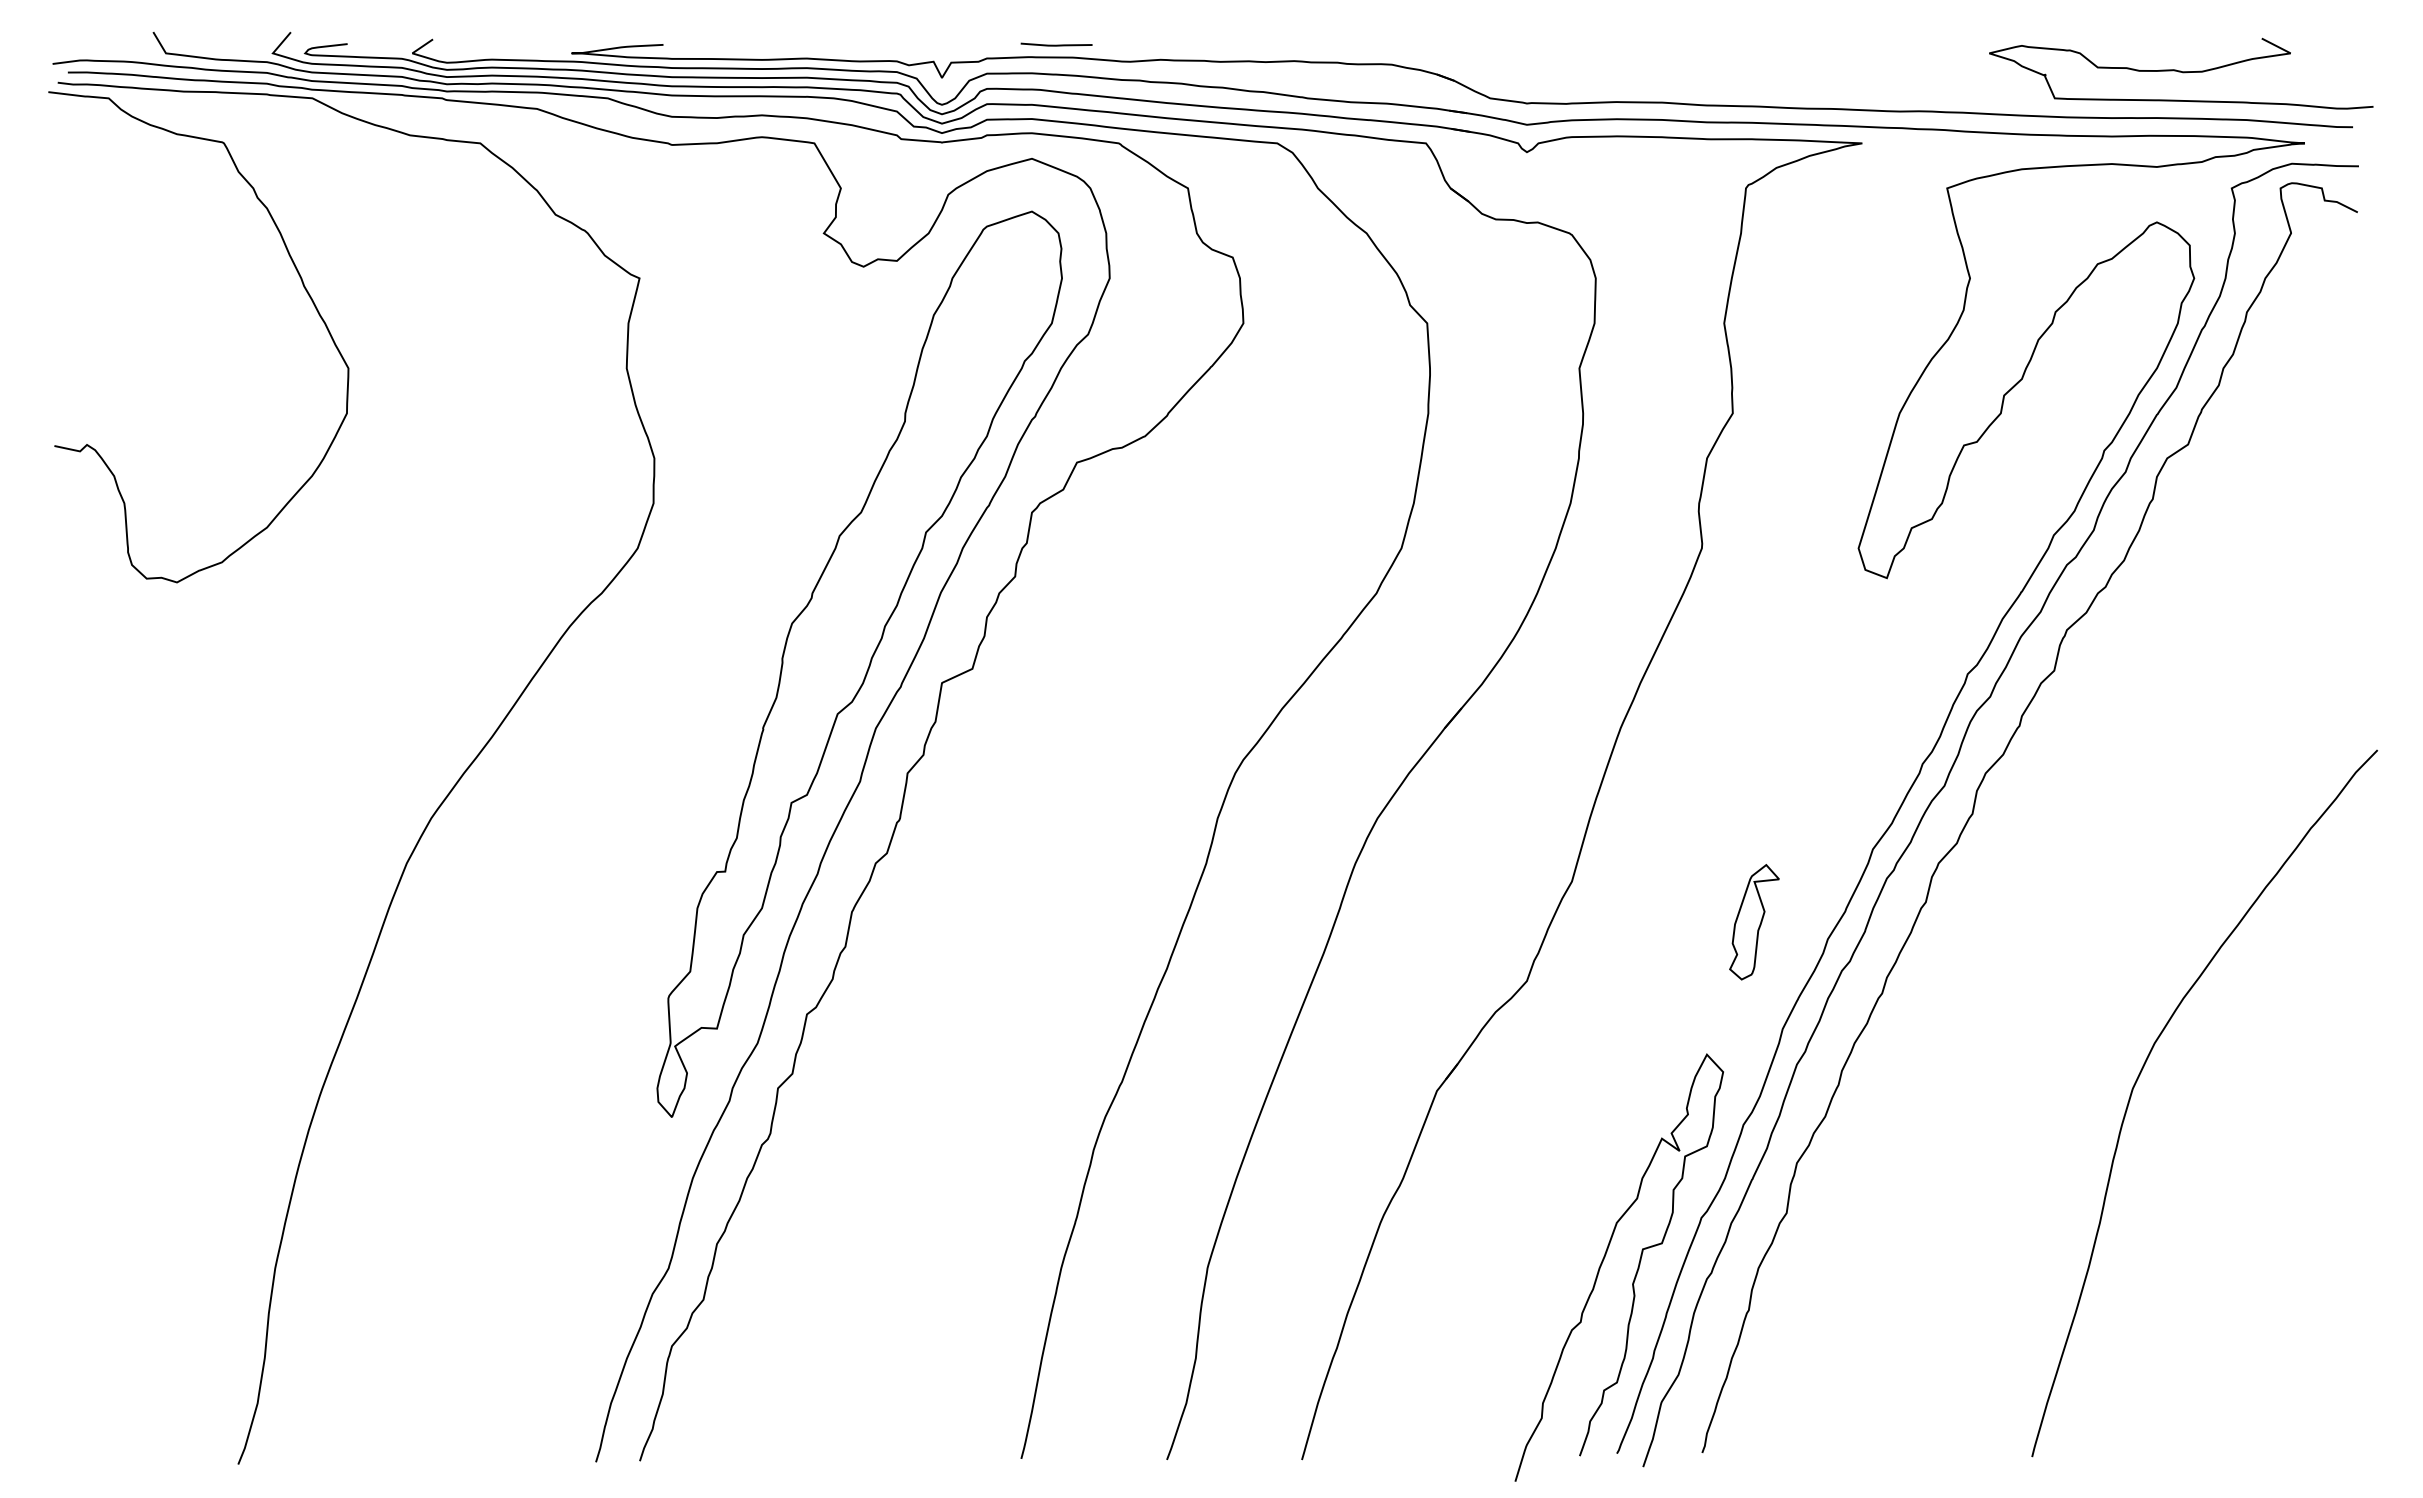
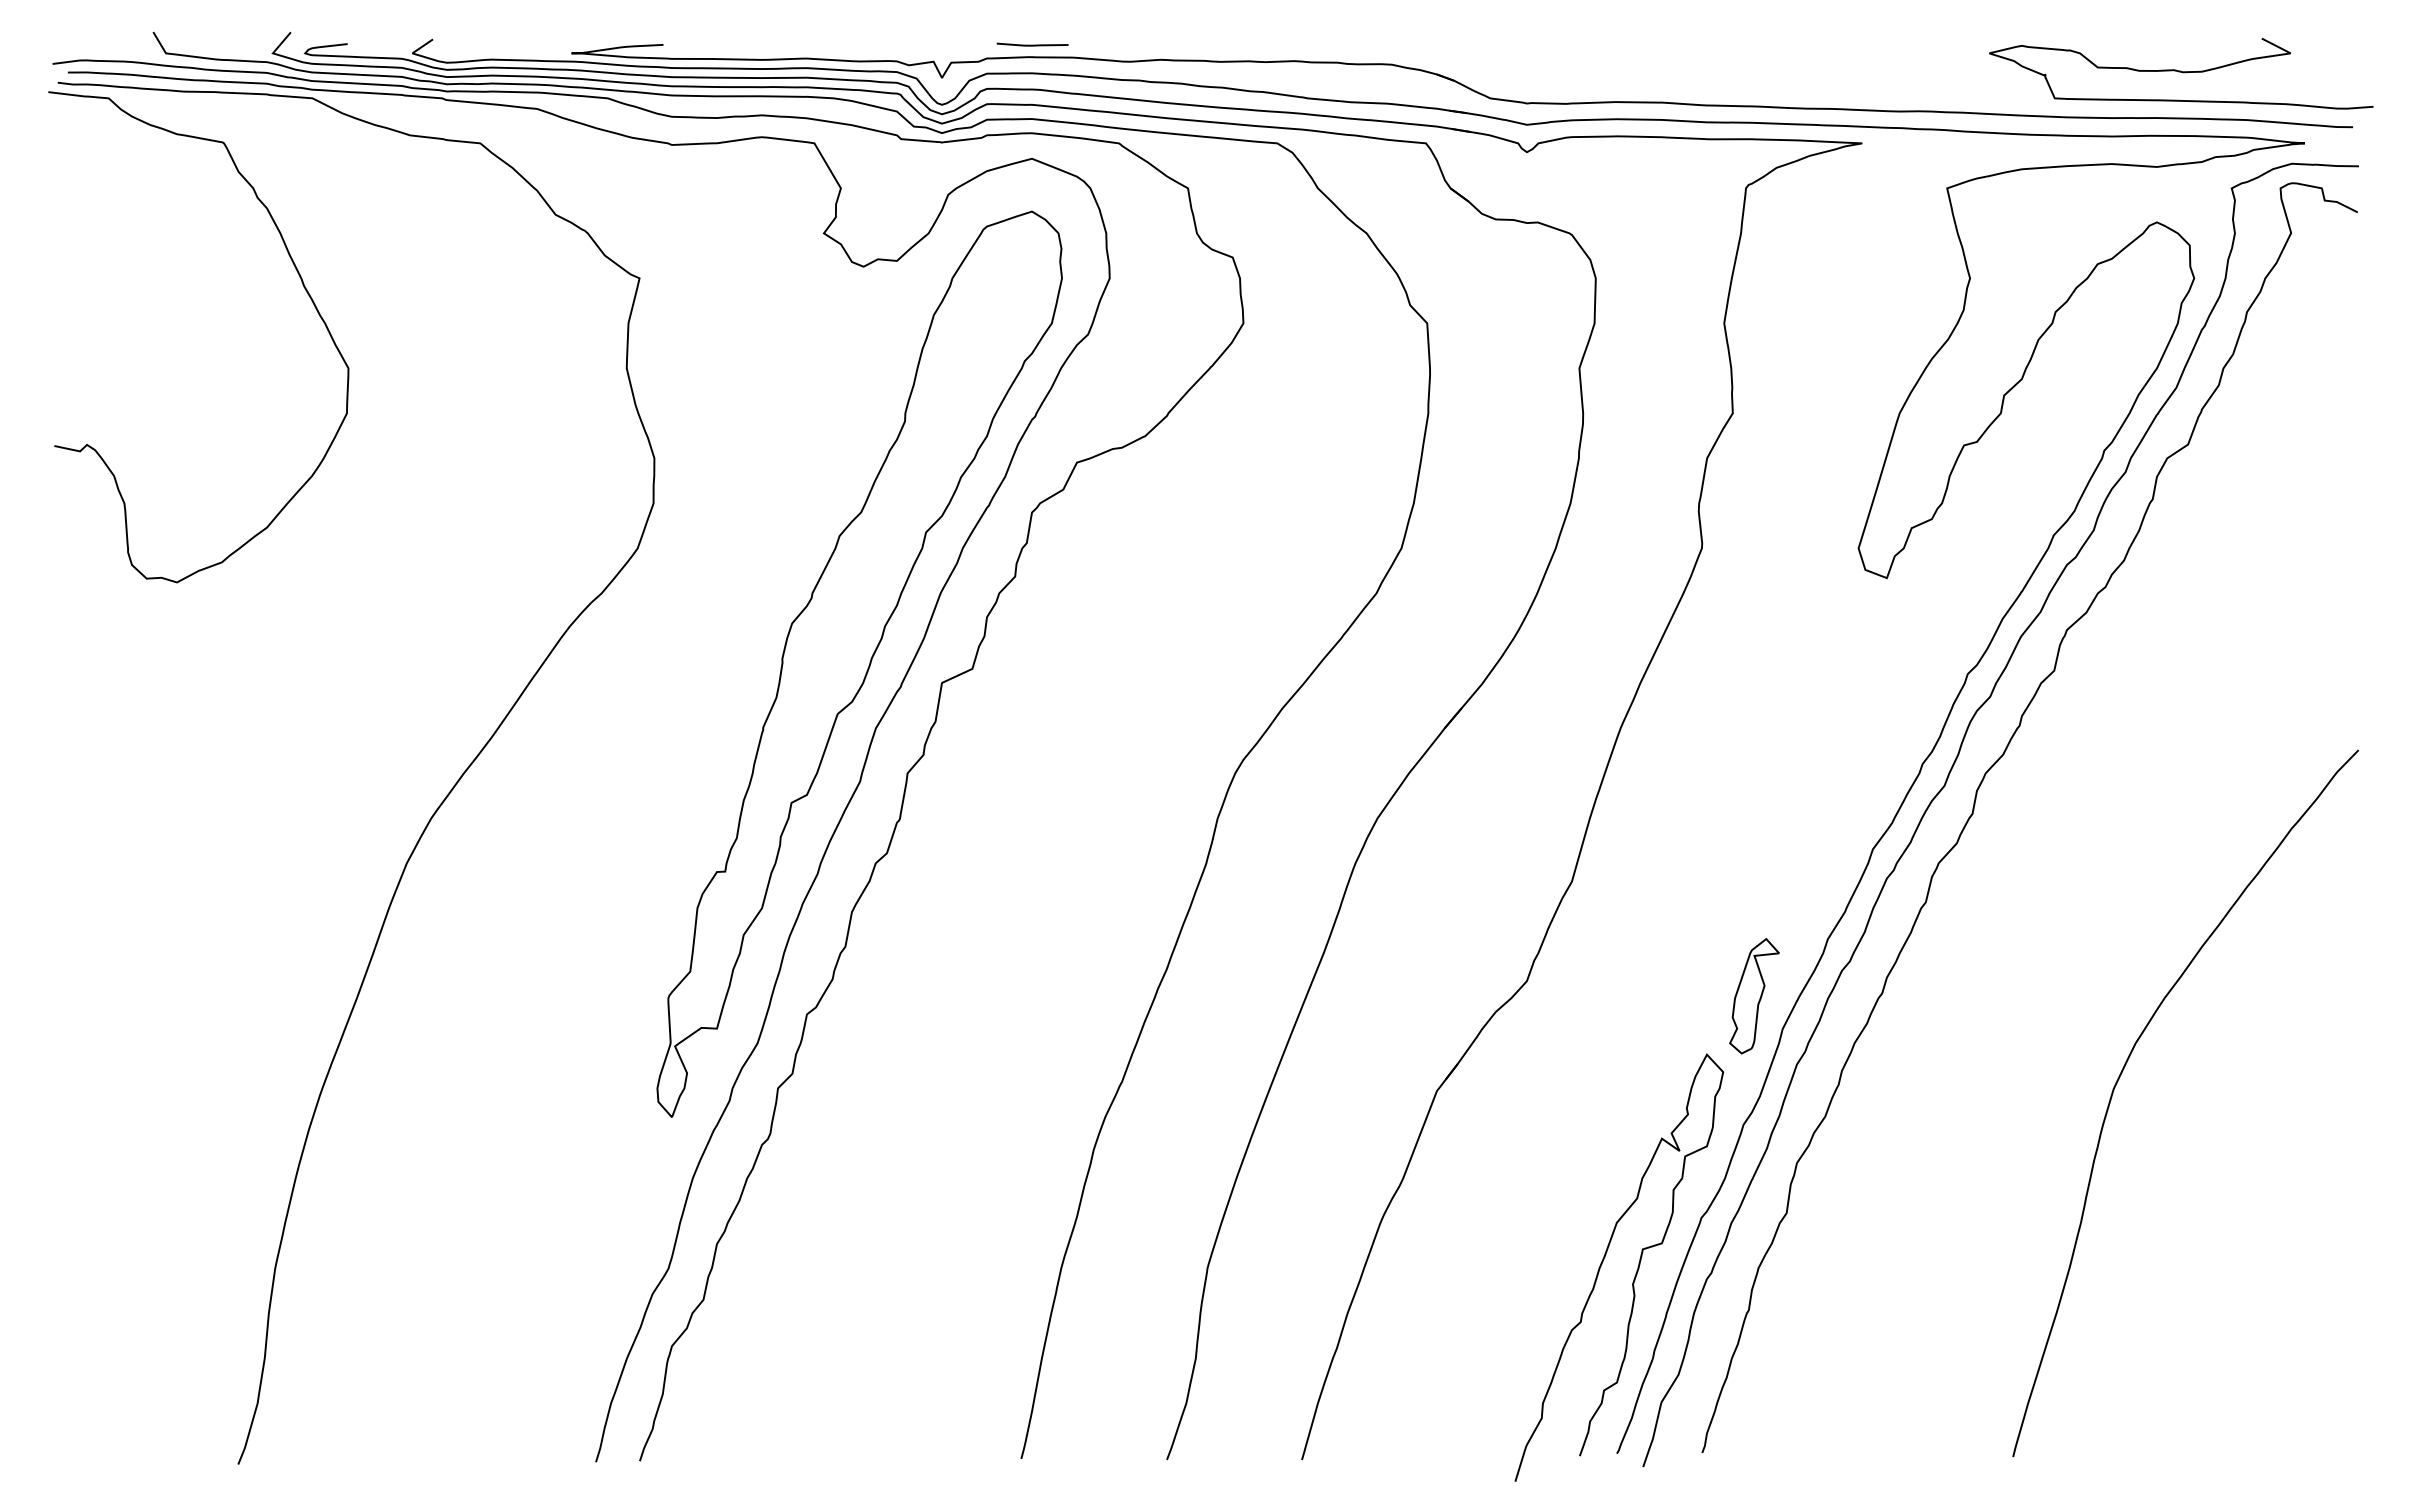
line at (1056, 44) position: (1056, 44) -> (1032, 44)
part at (1754, 922) position: (1754, 922) -> (1754, 996)
curve at (2141, 1073) position: (2141, 1073) -> (2122, 1073)
